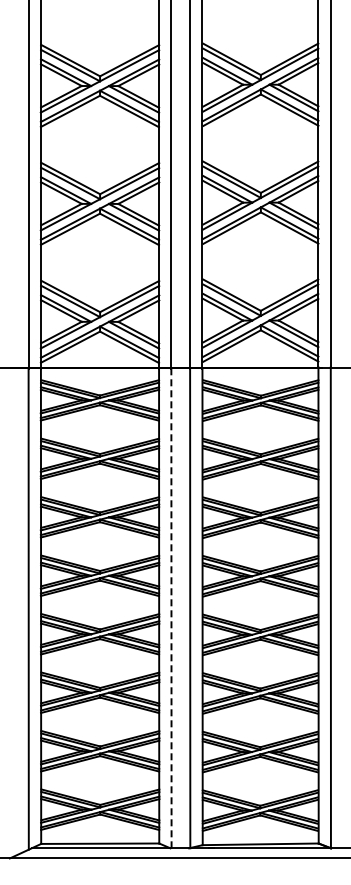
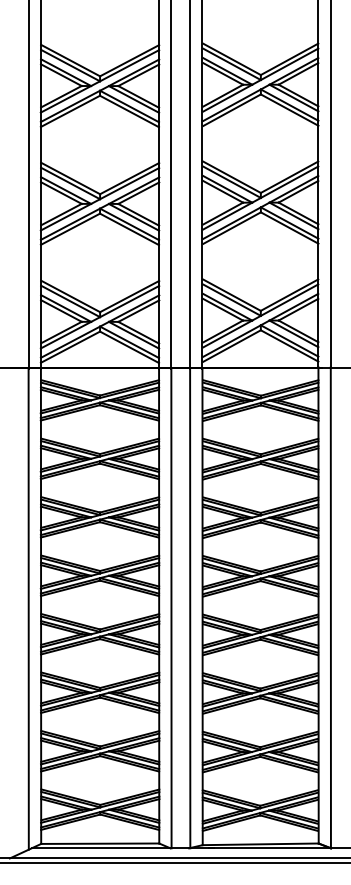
line at (171, 608): dashed -> solid
line at (174, 862): none -> present
